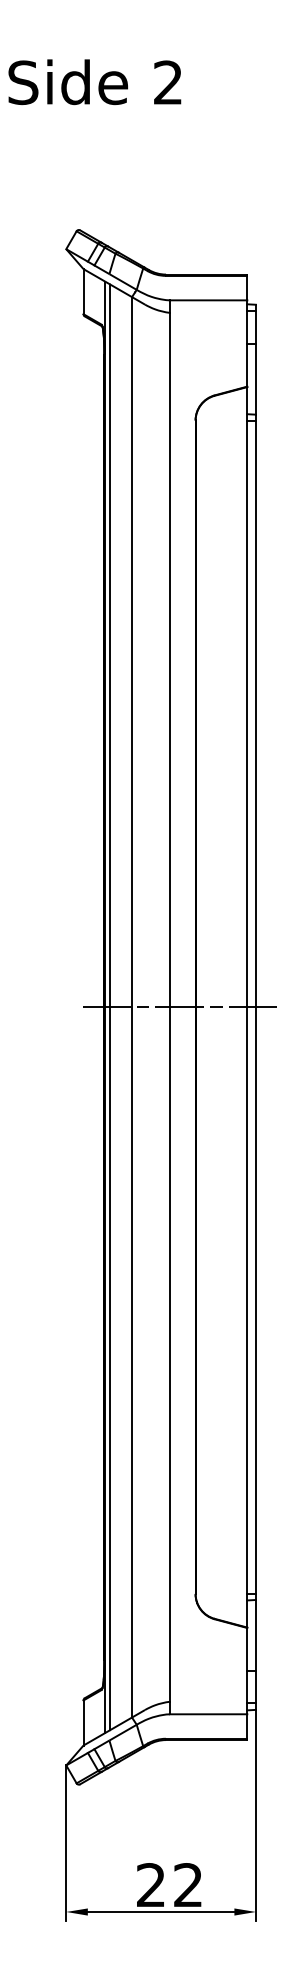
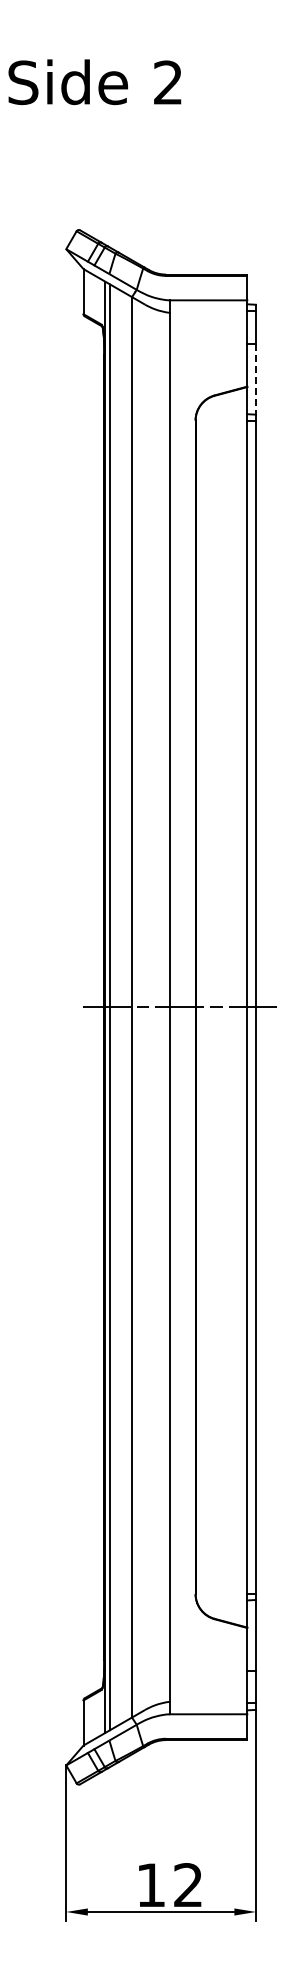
line at (255, 379): solid -> dashed
text at (150, 1884): 22 -> 12
